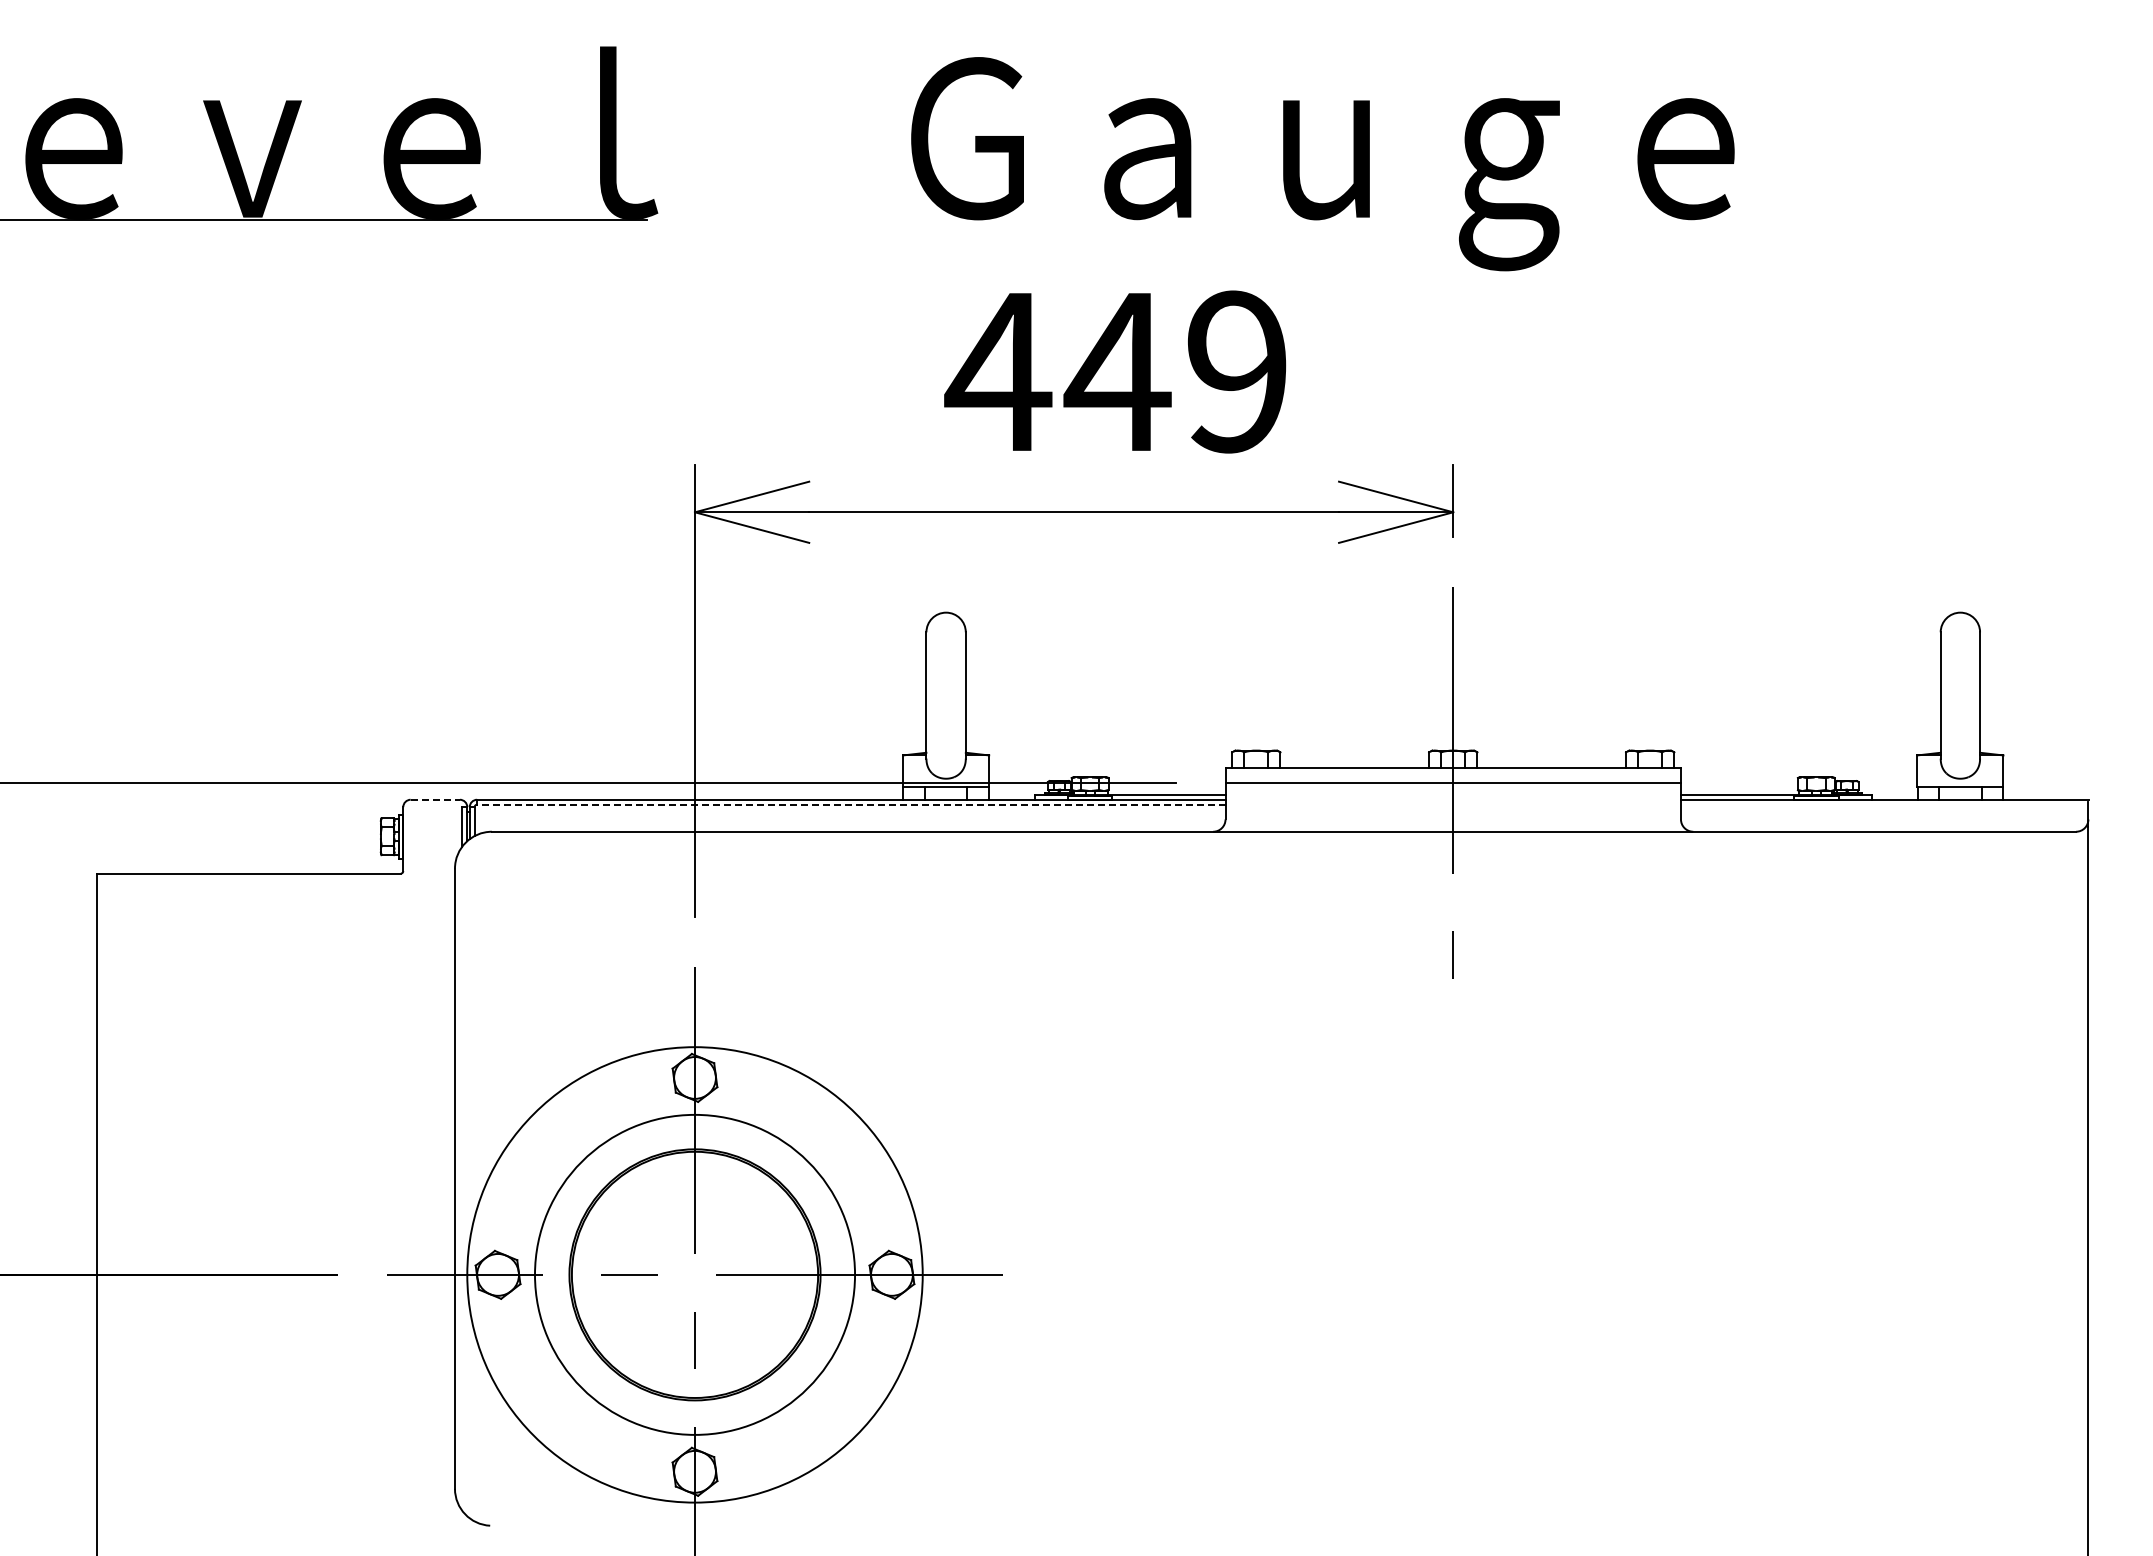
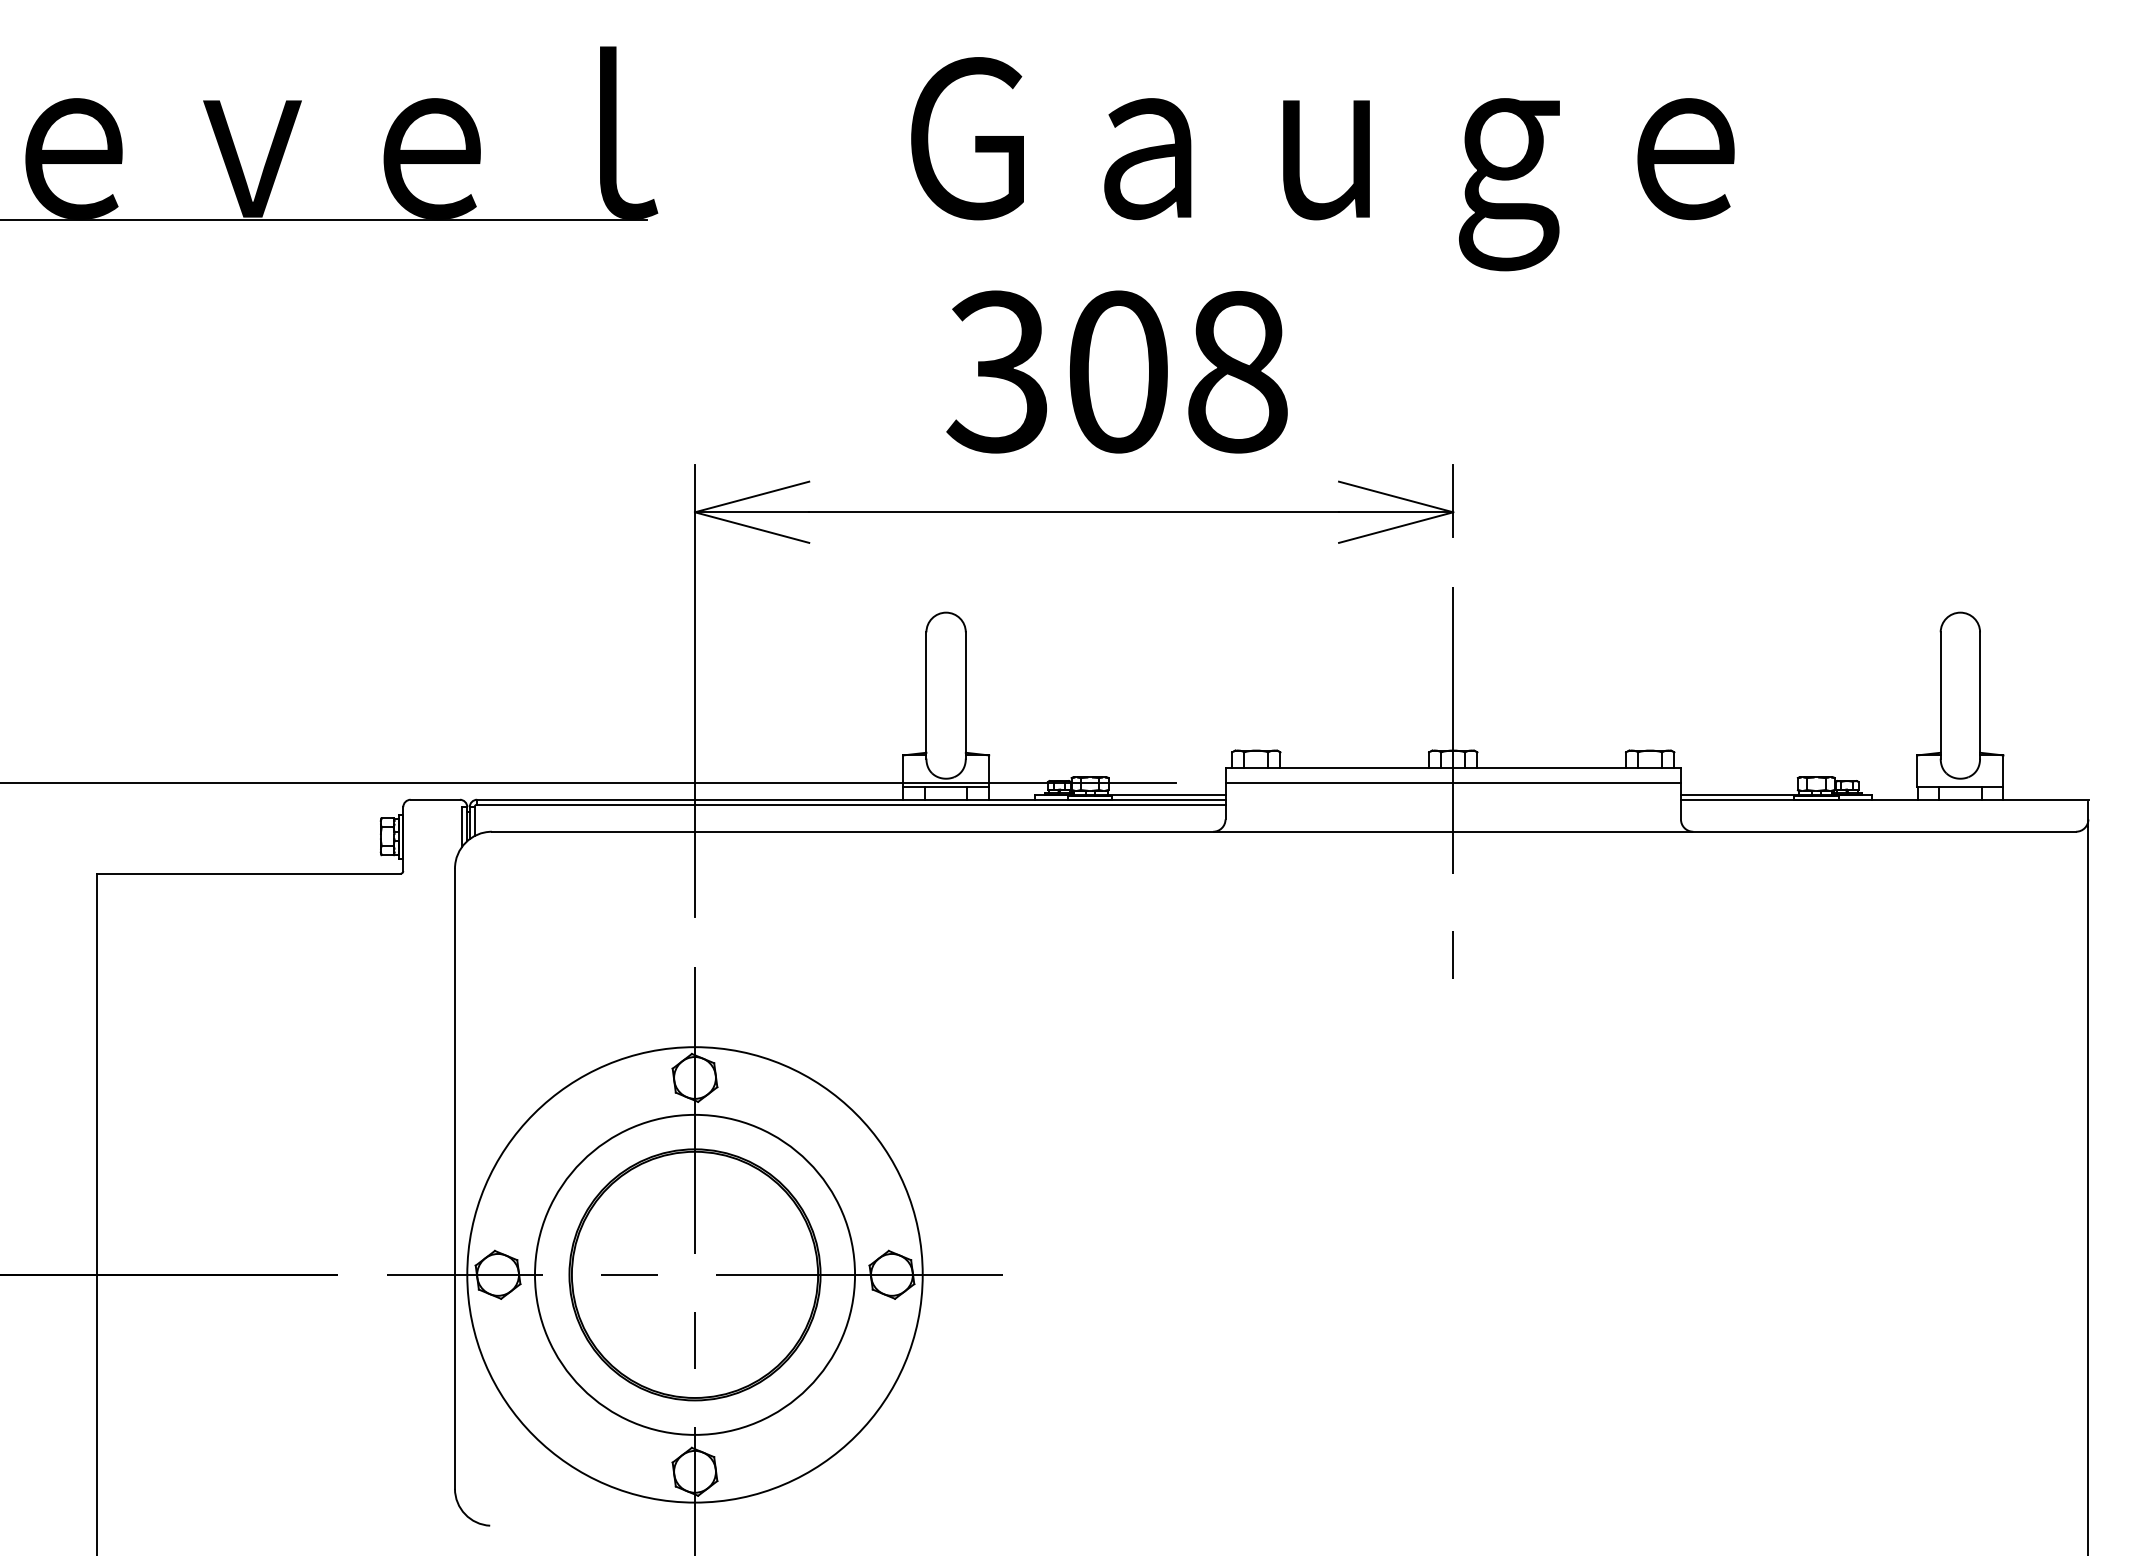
text at (1115, 371): 449 -> 308
line at (435, 799): dashed -> solid
line at (850, 804): dashed -> solid
